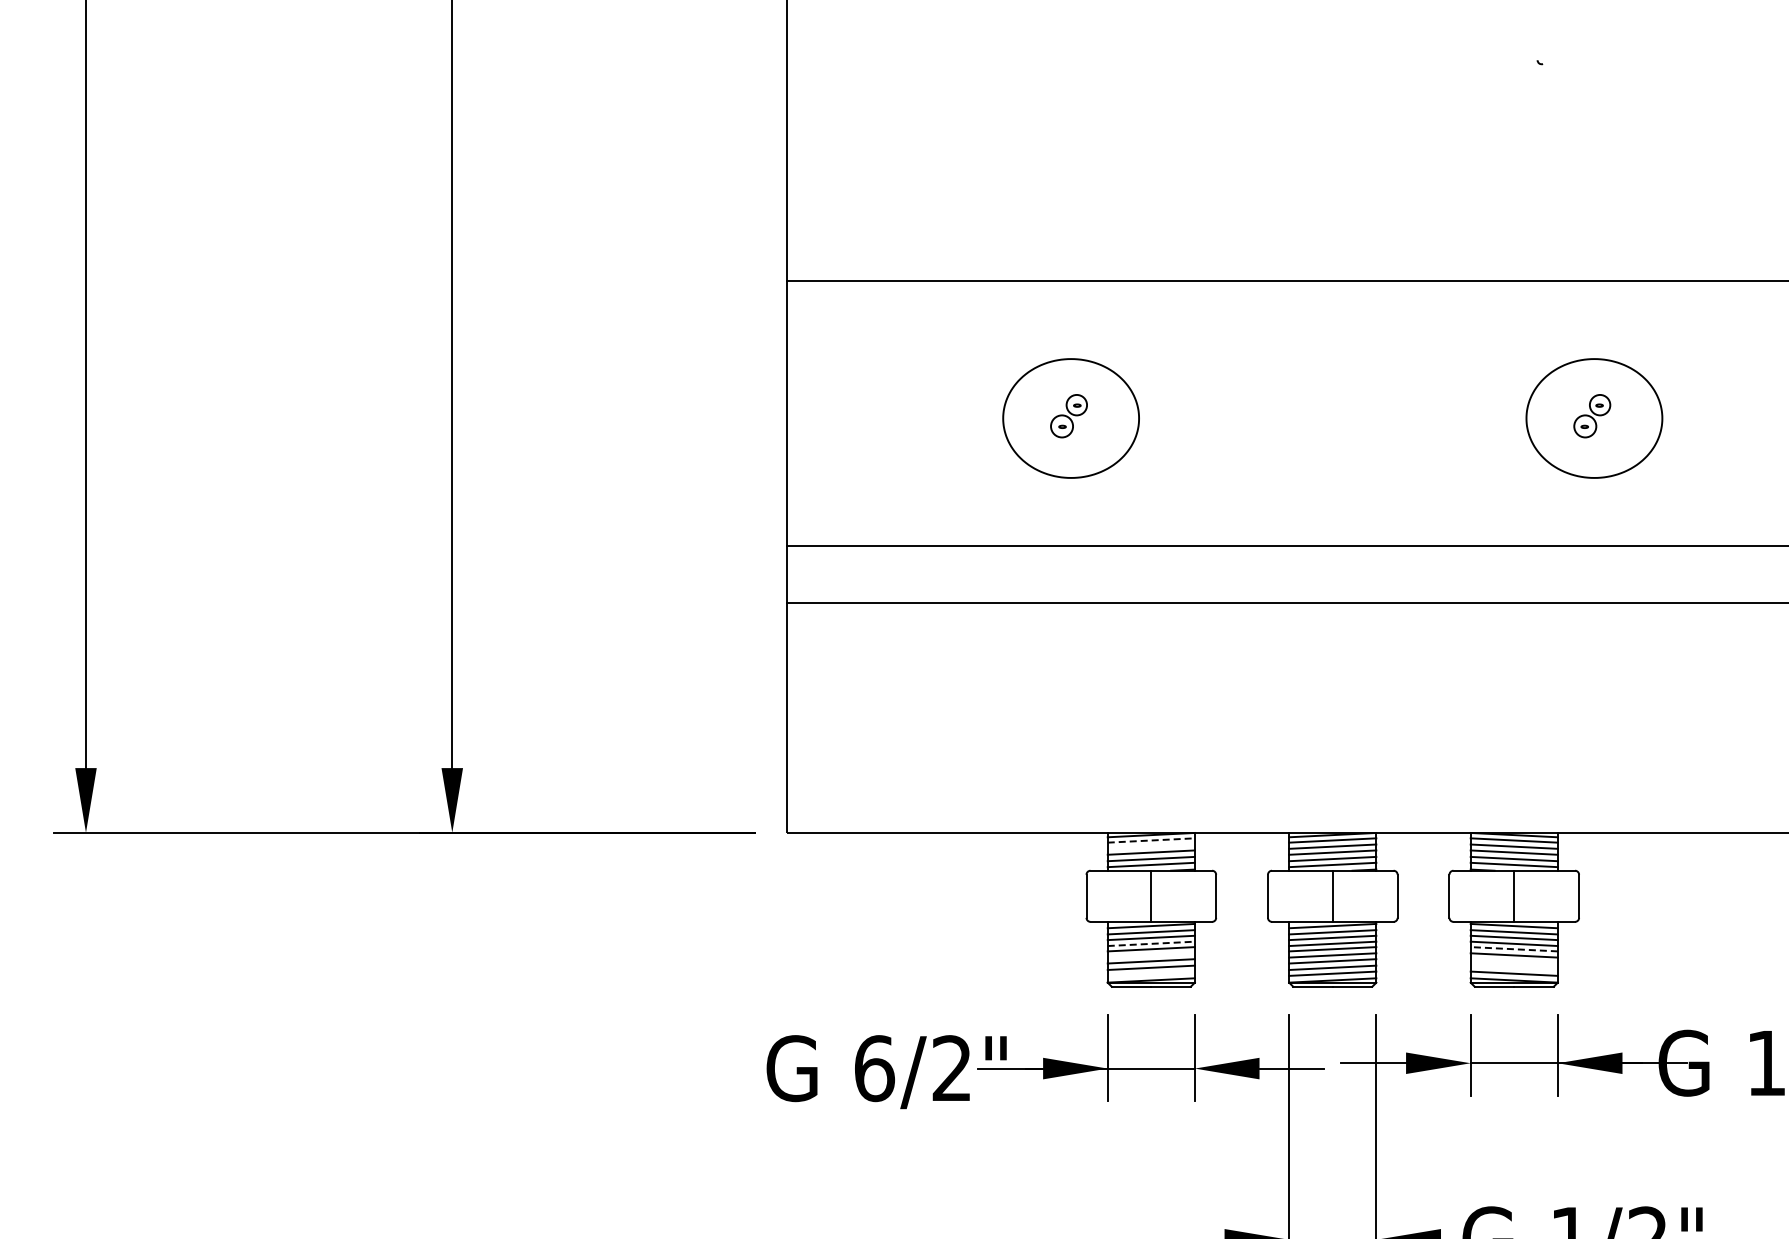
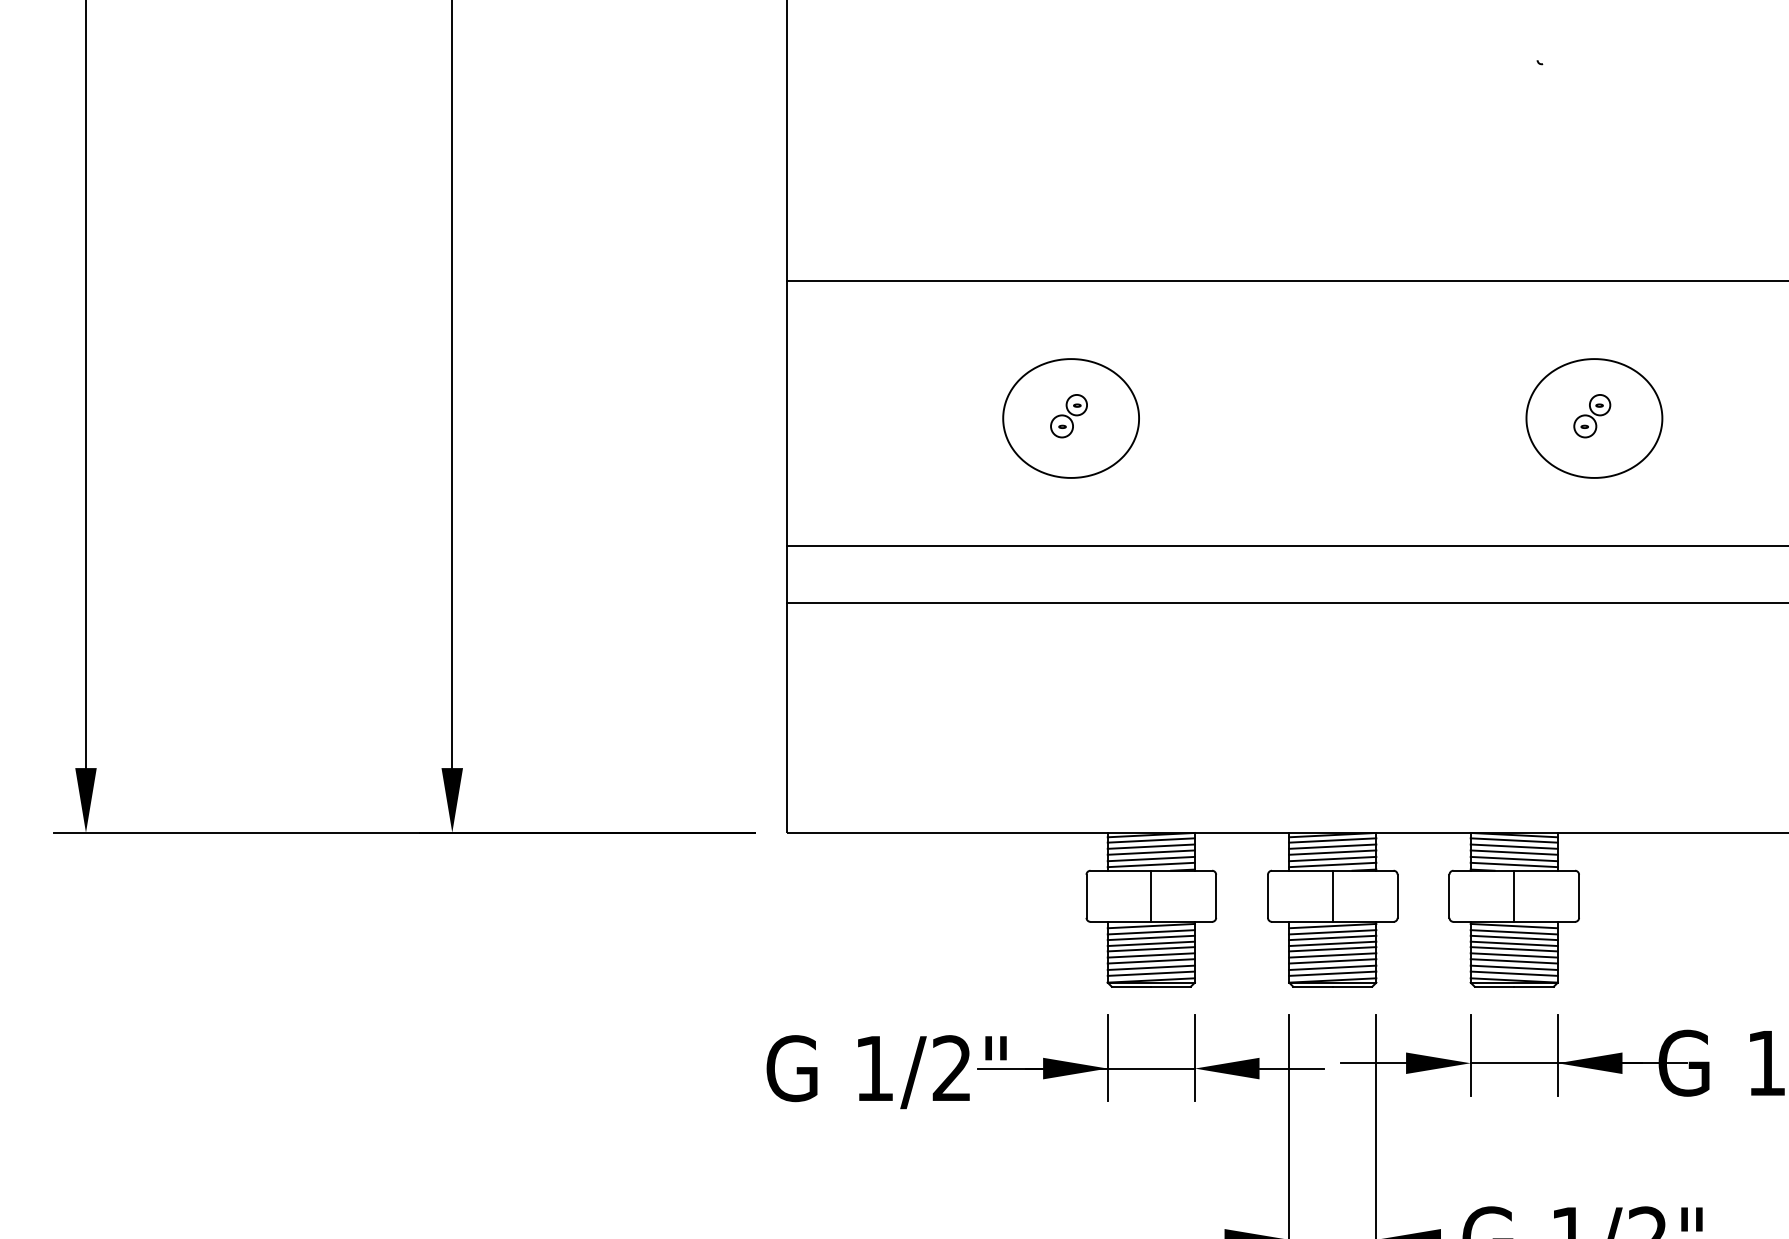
line at (1151, 840): dashed -> solid
line at (1150, 846): none -> present
line at (1151, 943): dashed -> solid
line at (1514, 949): dashed -> solid
line at (1150, 955): none -> present
line at (1513, 961): none -> present
line at (1513, 967): none -> present
line at (1150, 973): none -> present
text at (875, 1068): 6/2" -> 1/2"
